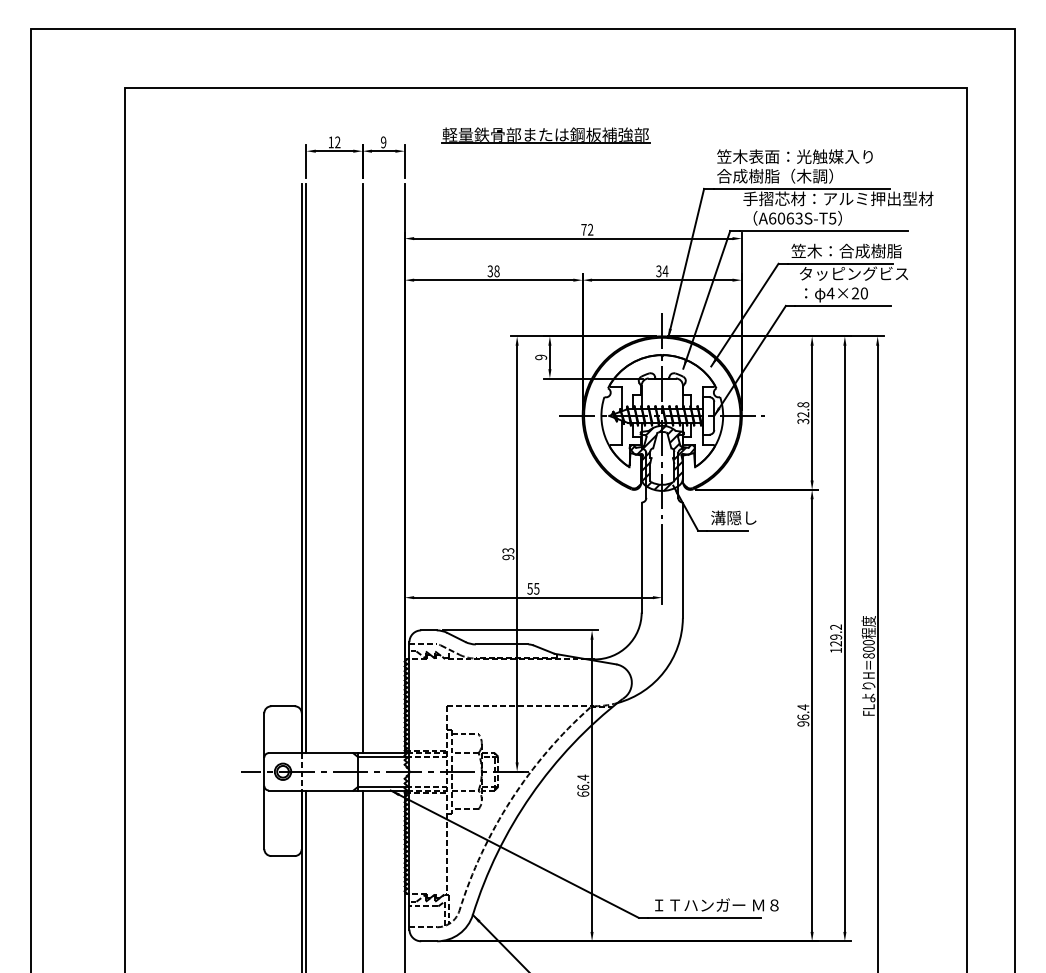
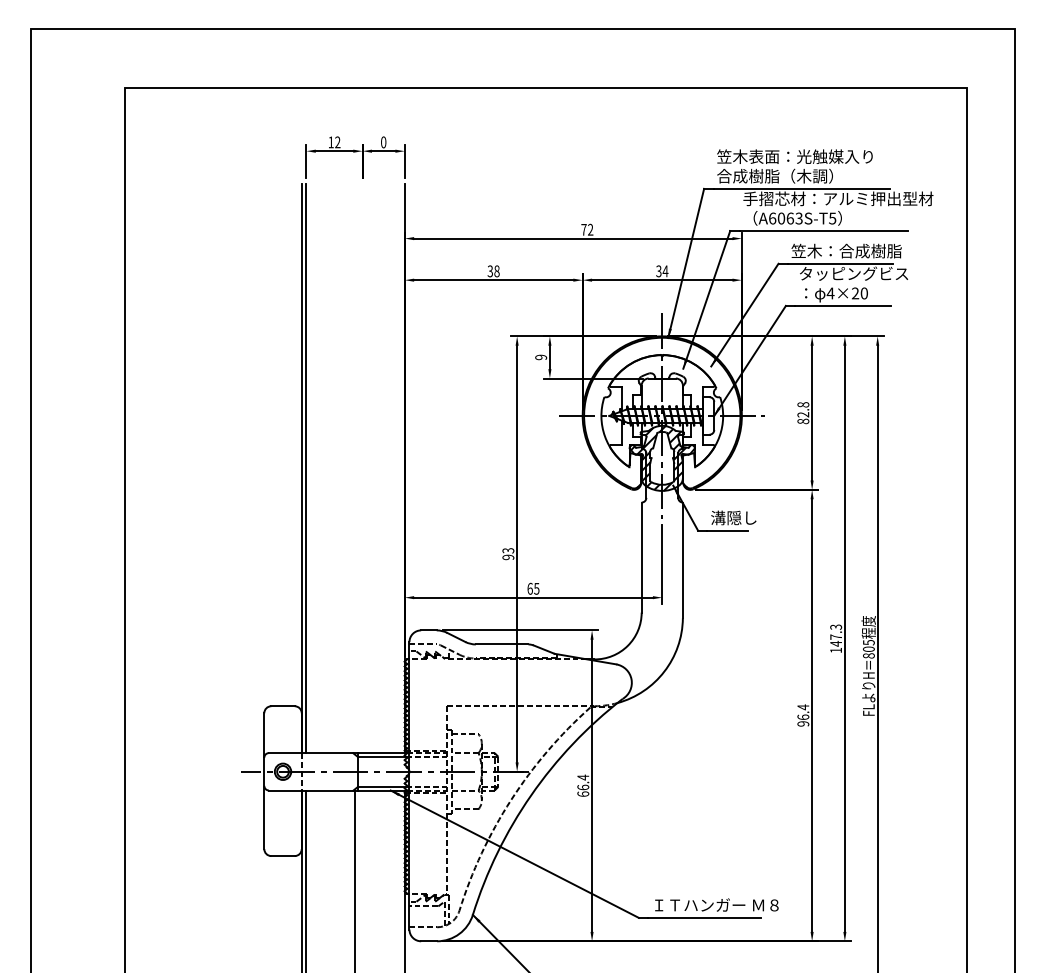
part at (545, 135): present -> none
text at (383, 142): 9 -> 0
text at (803, 421): 32.8 -> 82.8
line at (362, 468): present -> none
text at (529, 588): 55 -> 65
text at (836, 635): 129.2 -> 147.3
text at (868, 642): 800 -> 805
line at (362, 879) position: (362, 879) -> (354, 879)
